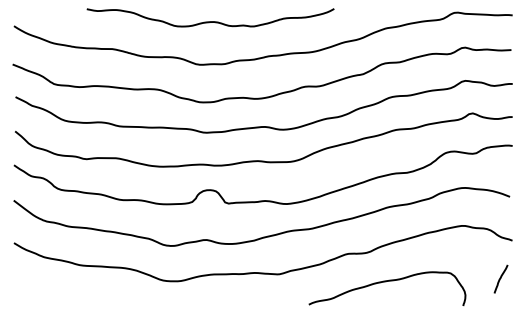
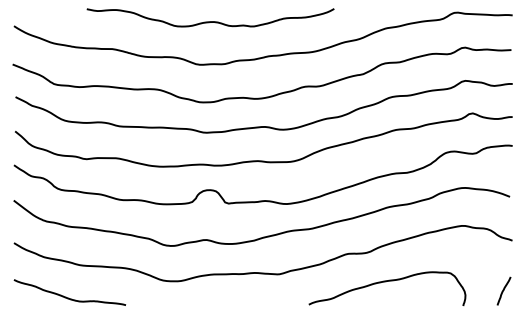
curve at (500, 278) position: (500, 278) -> (503, 290)
curve at (66, 296): none -> present
